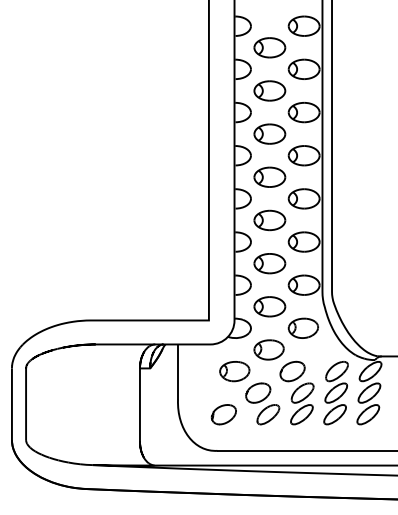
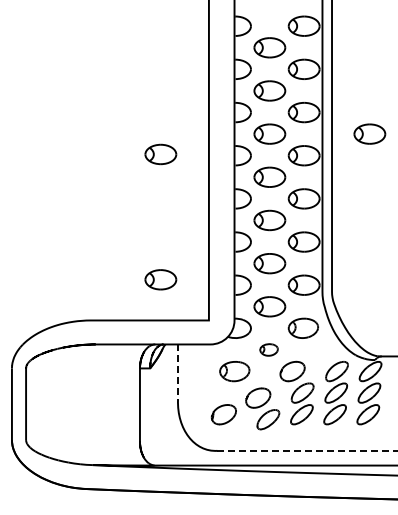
part at (369, 133): none -> present
part at (160, 154): none -> present
part at (160, 279): none -> present
part at (268, 349) size: 32x22 px -> 20x14 px
line at (178, 372): solid -> dashed
part at (262, 403) position: (262, 403) -> (262, 408)
line at (307, 450): solid -> dashed
